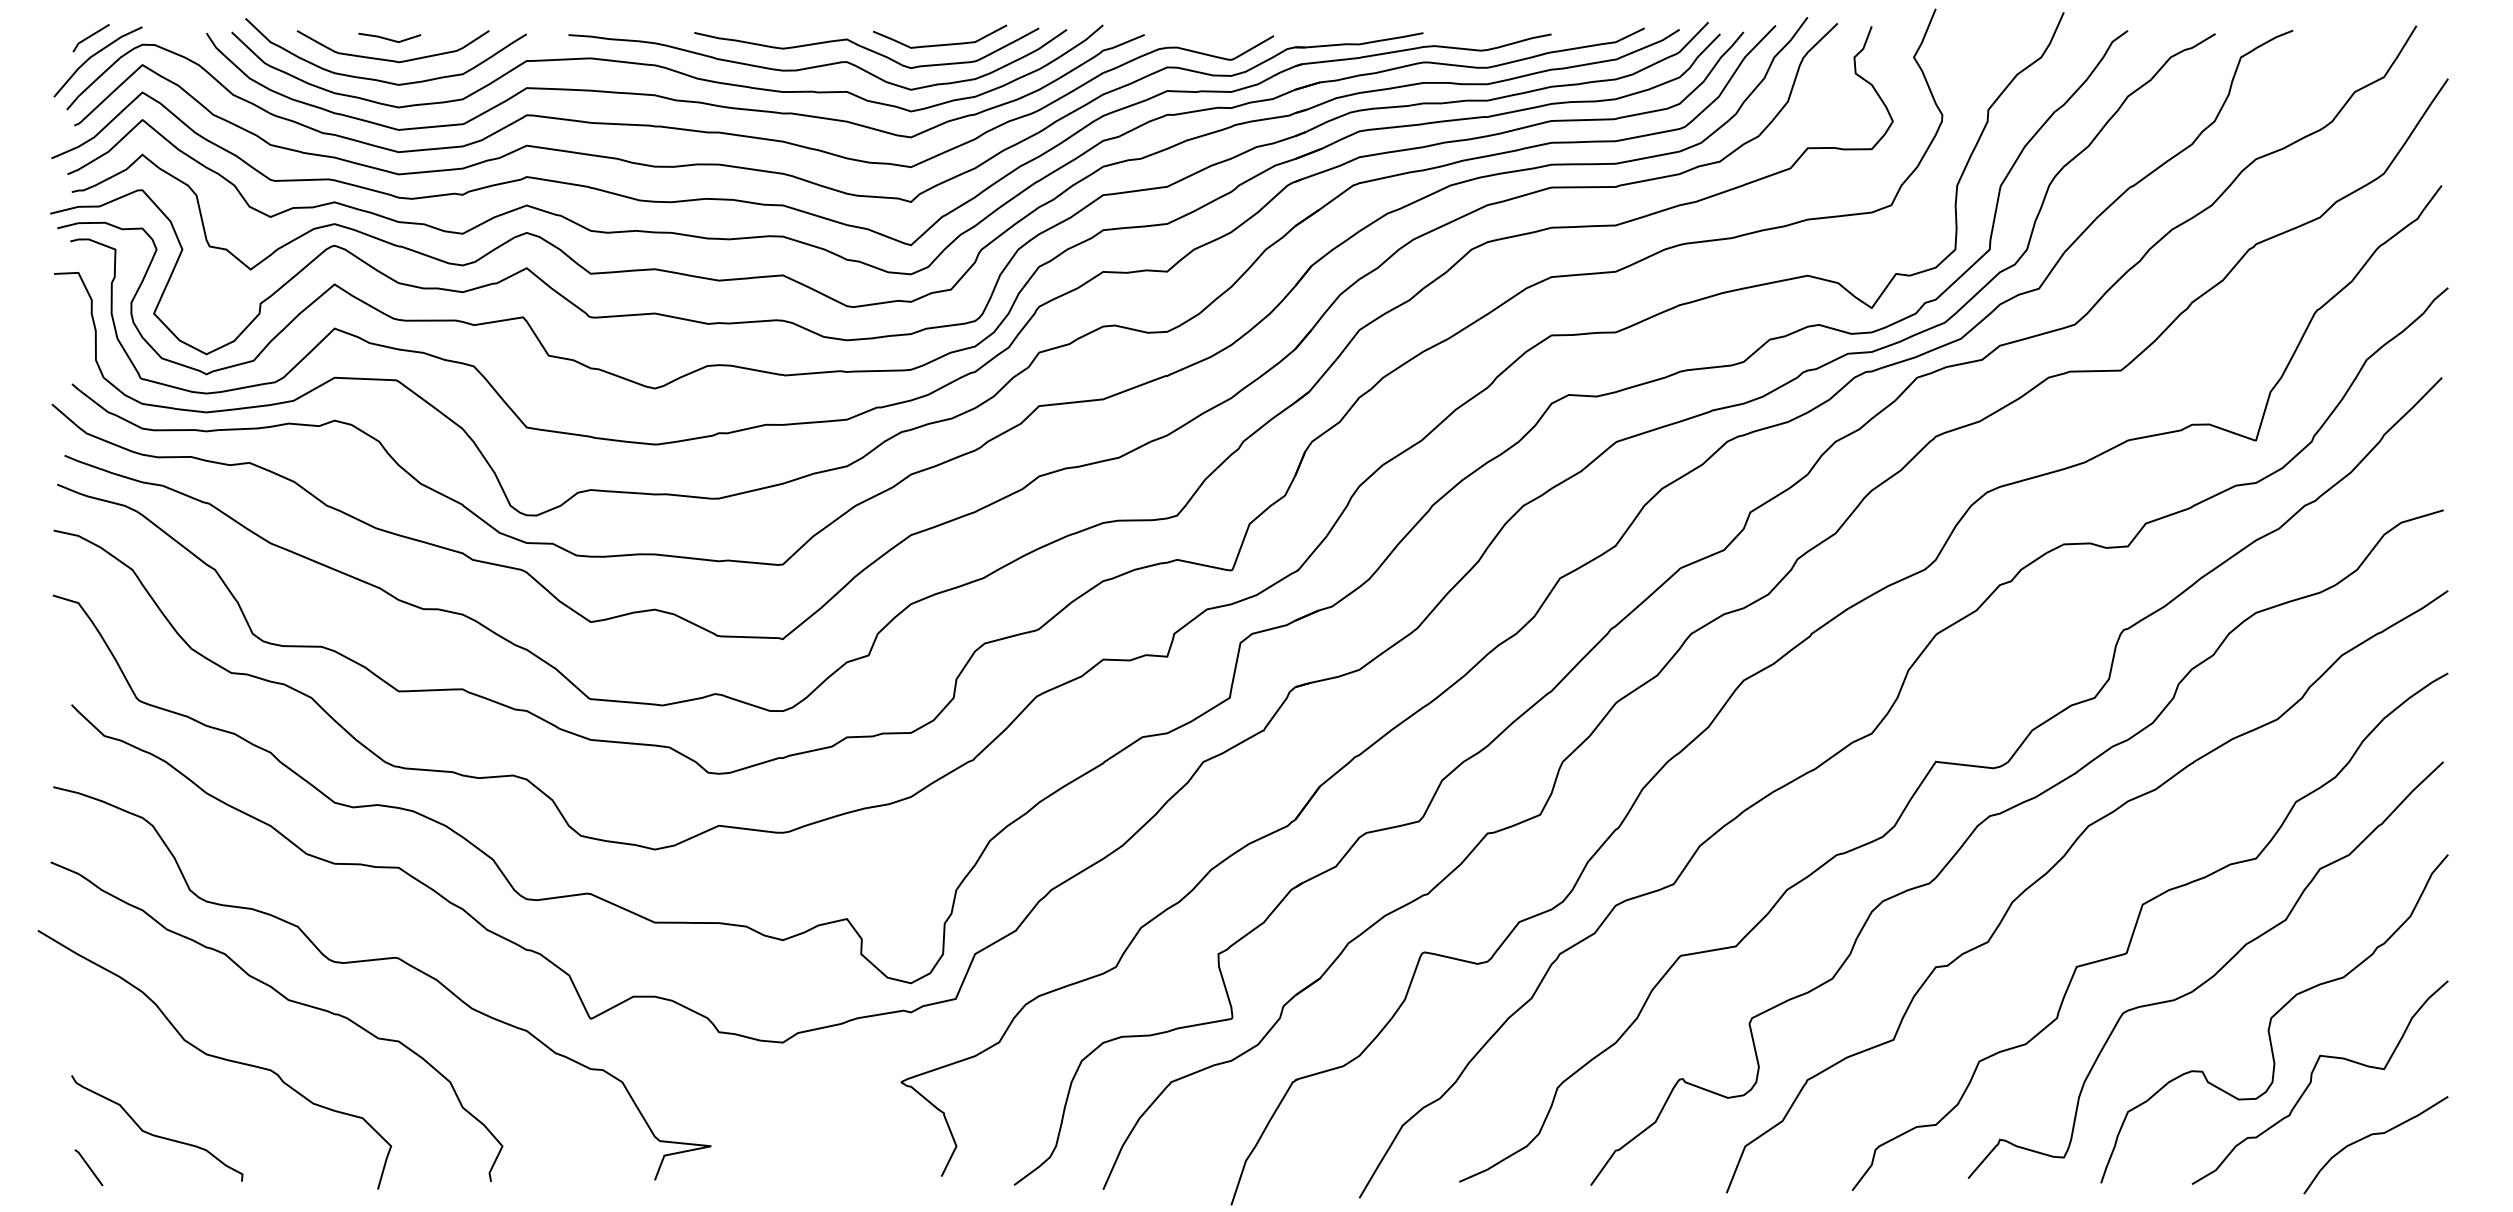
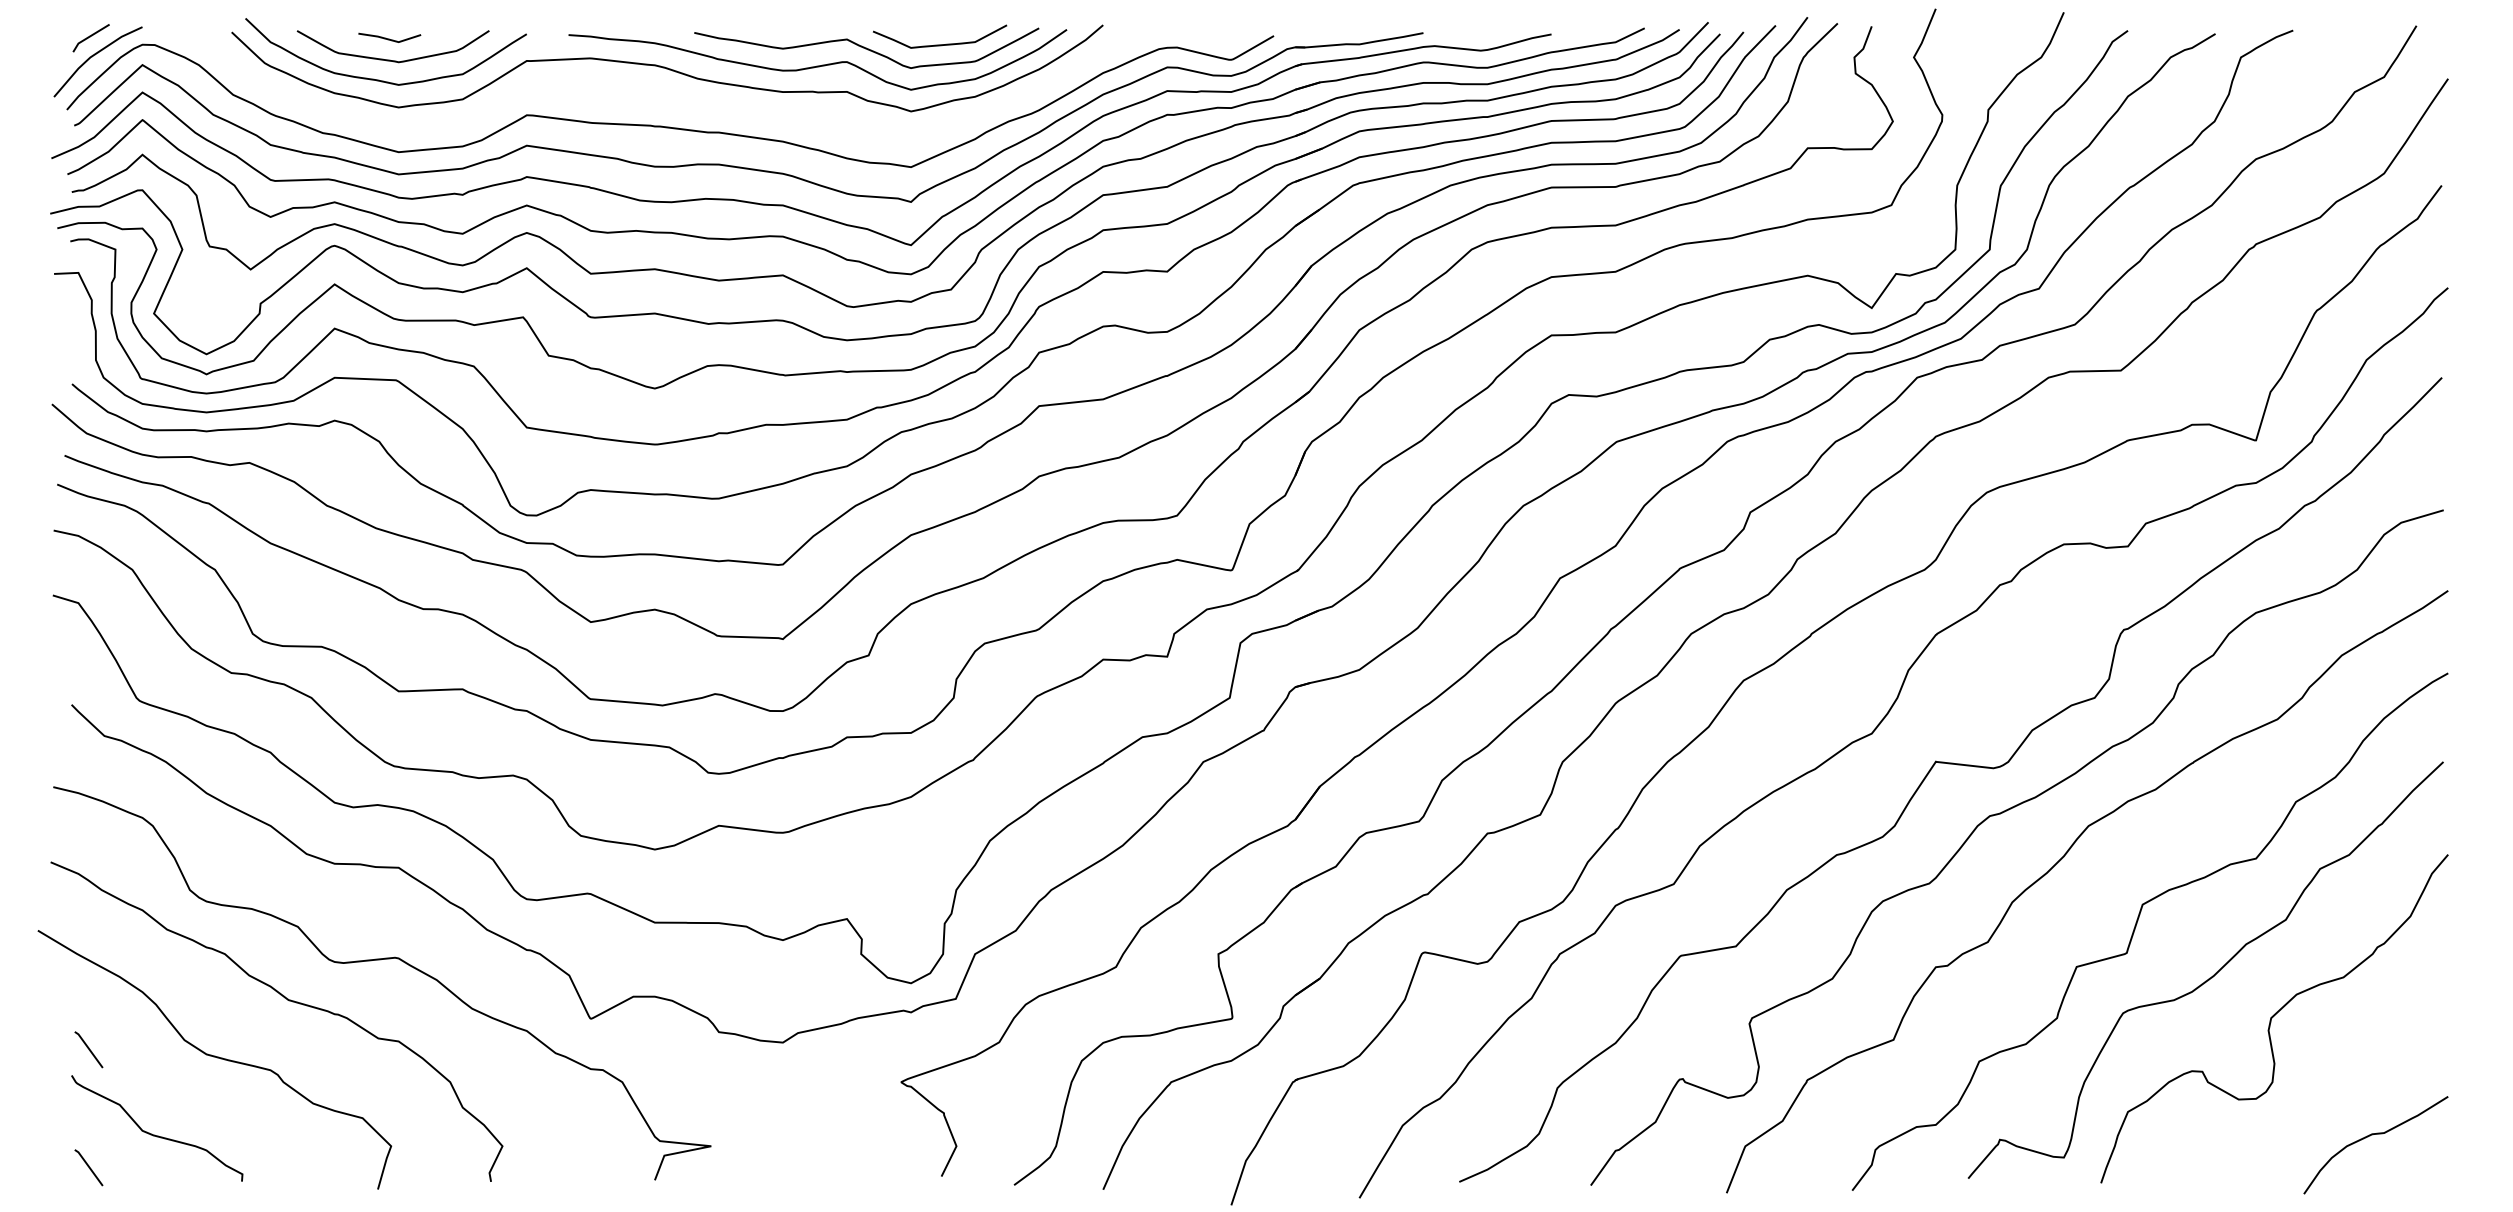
curve at (673, 98): present -> none
line at (88, 1049): none -> present
curve at (2311, 1082): present -> none
